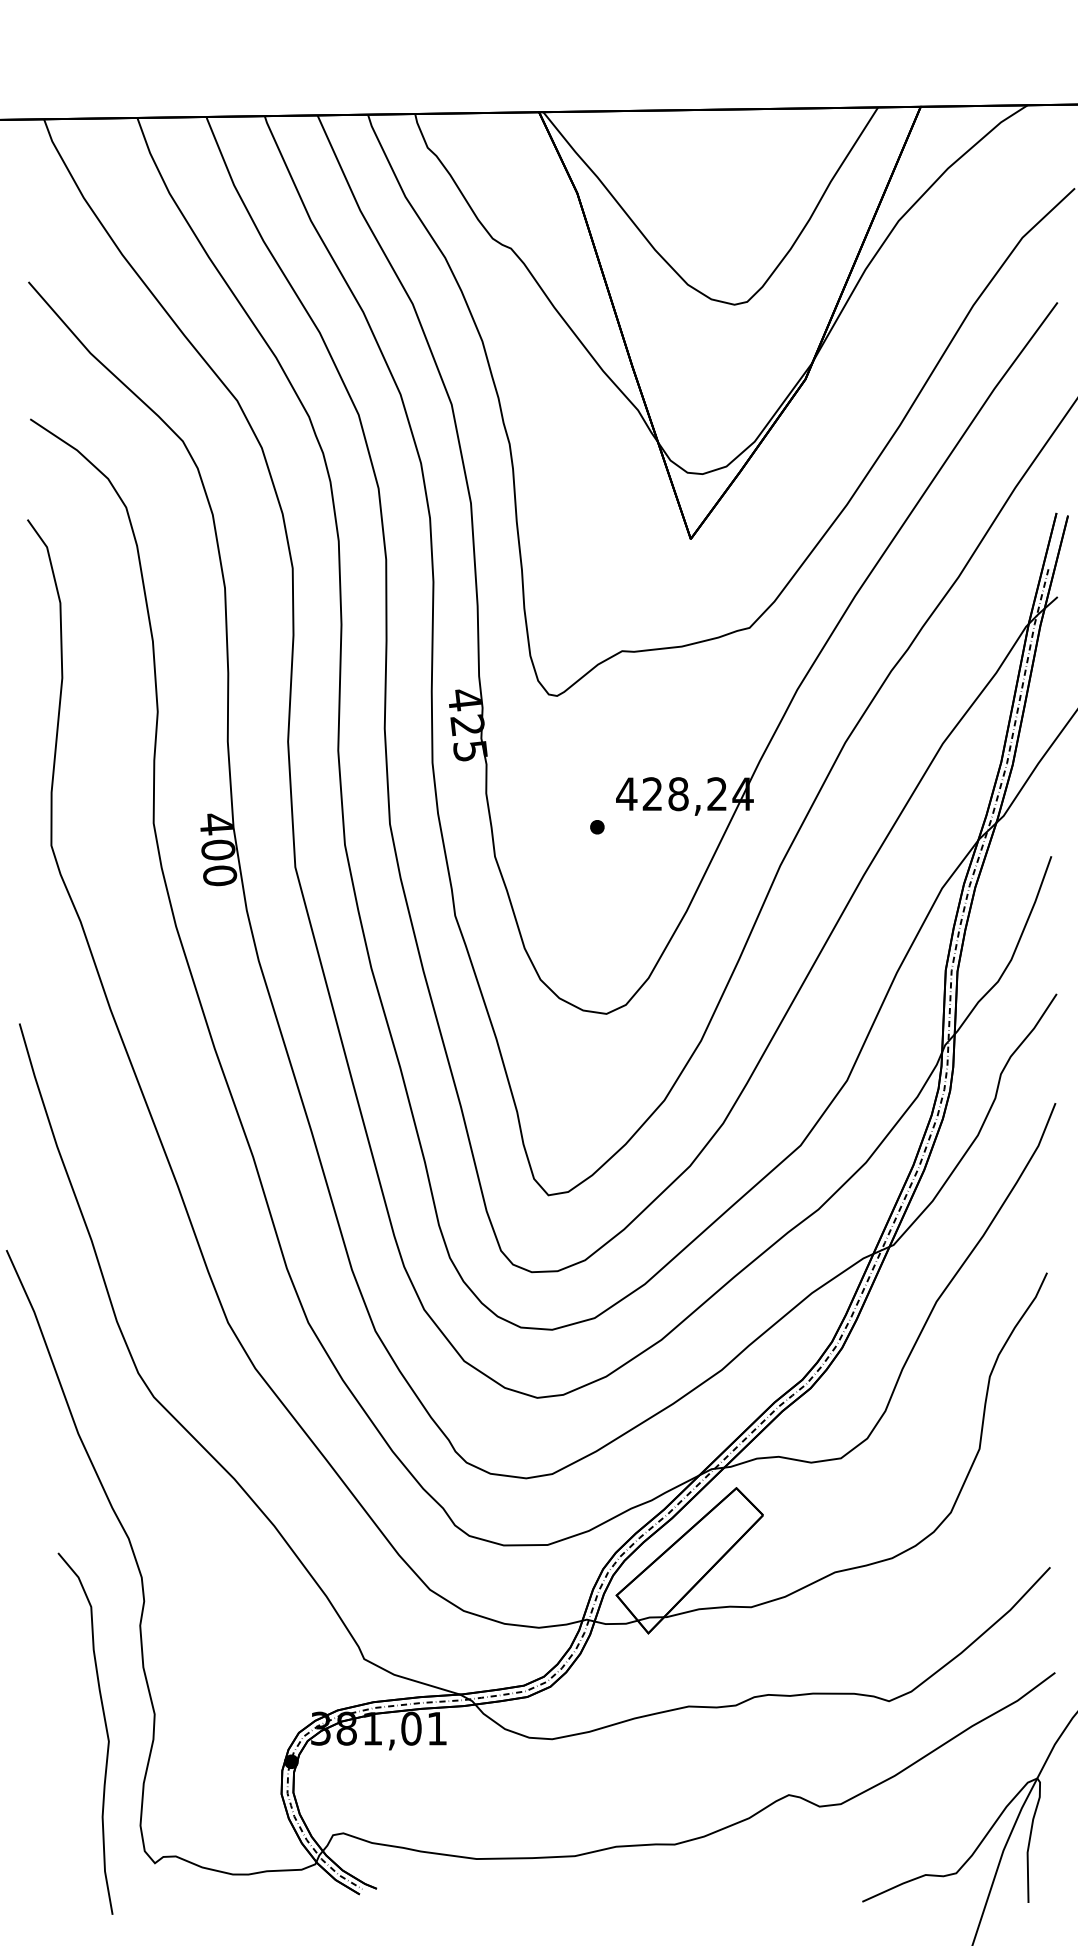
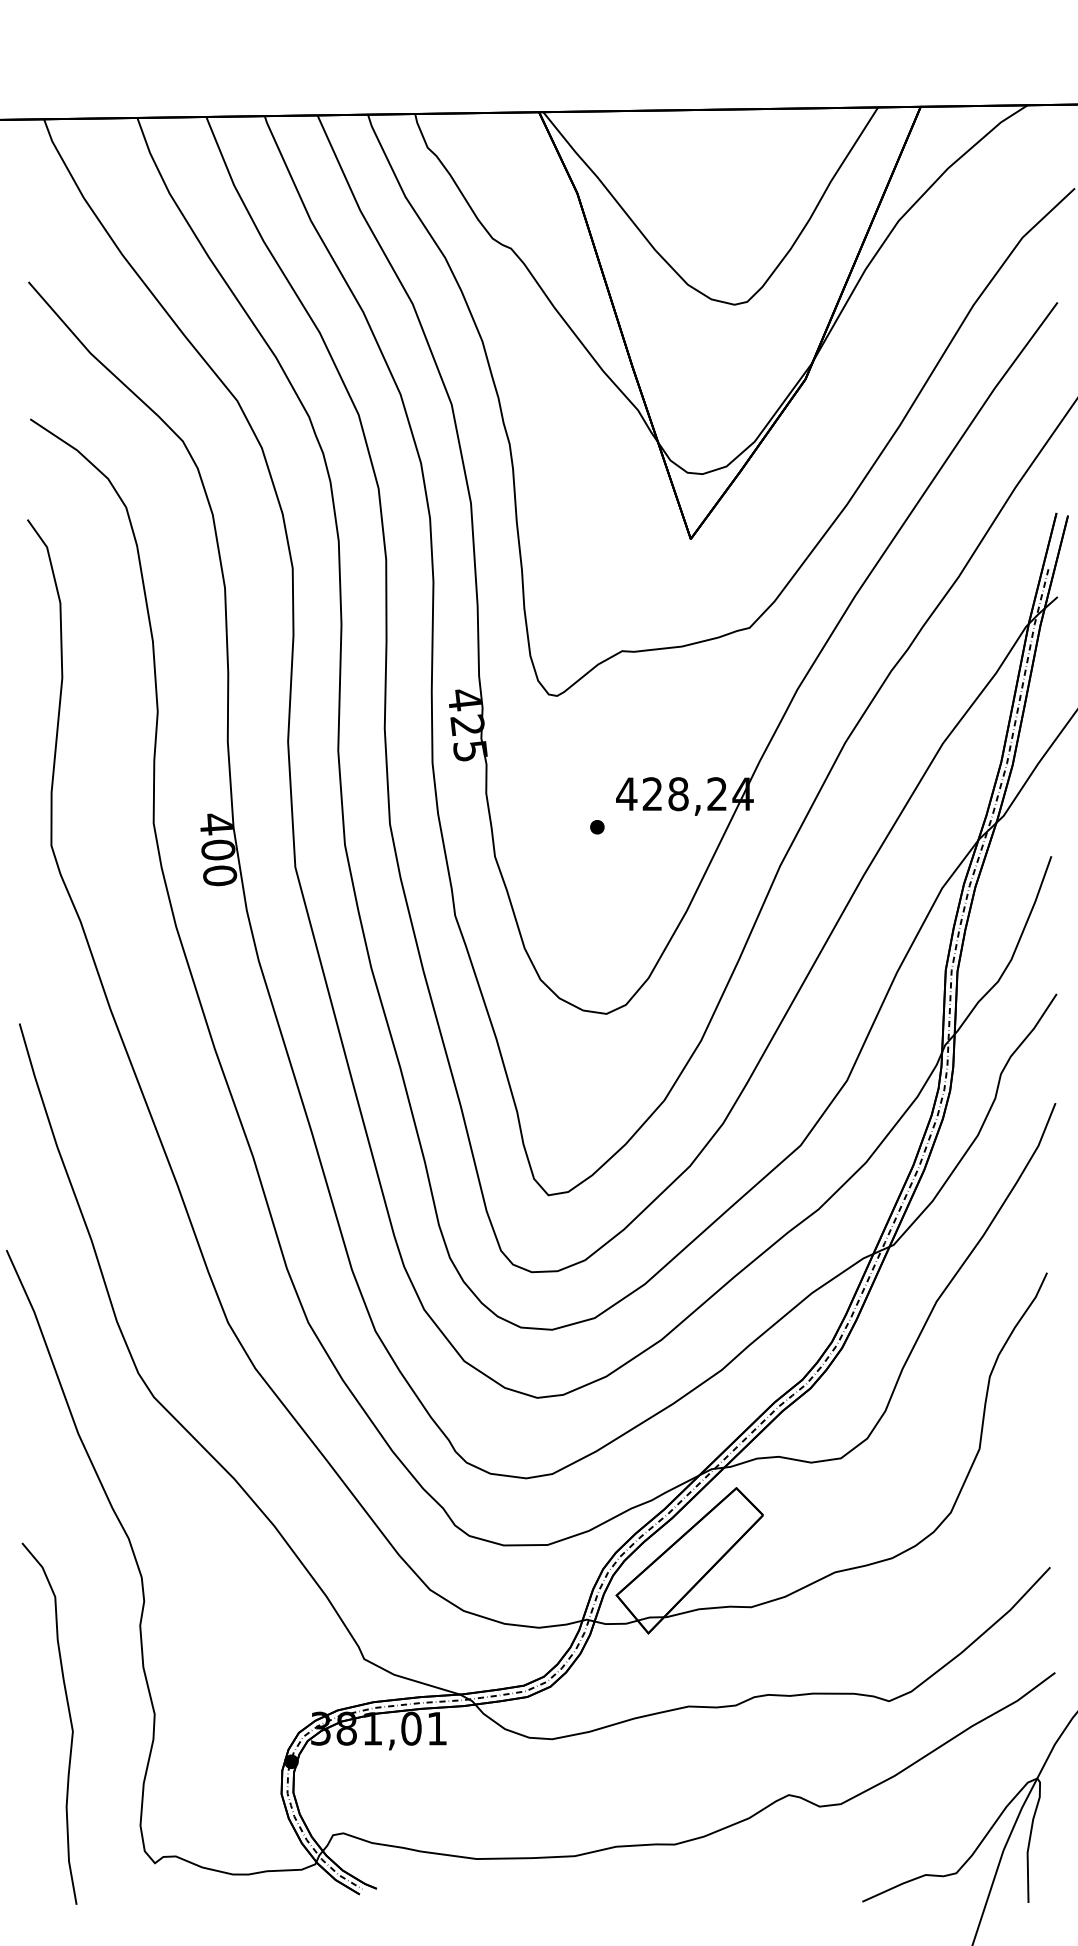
curve at (105, 1729) position: (105, 1729) -> (69, 1719)
